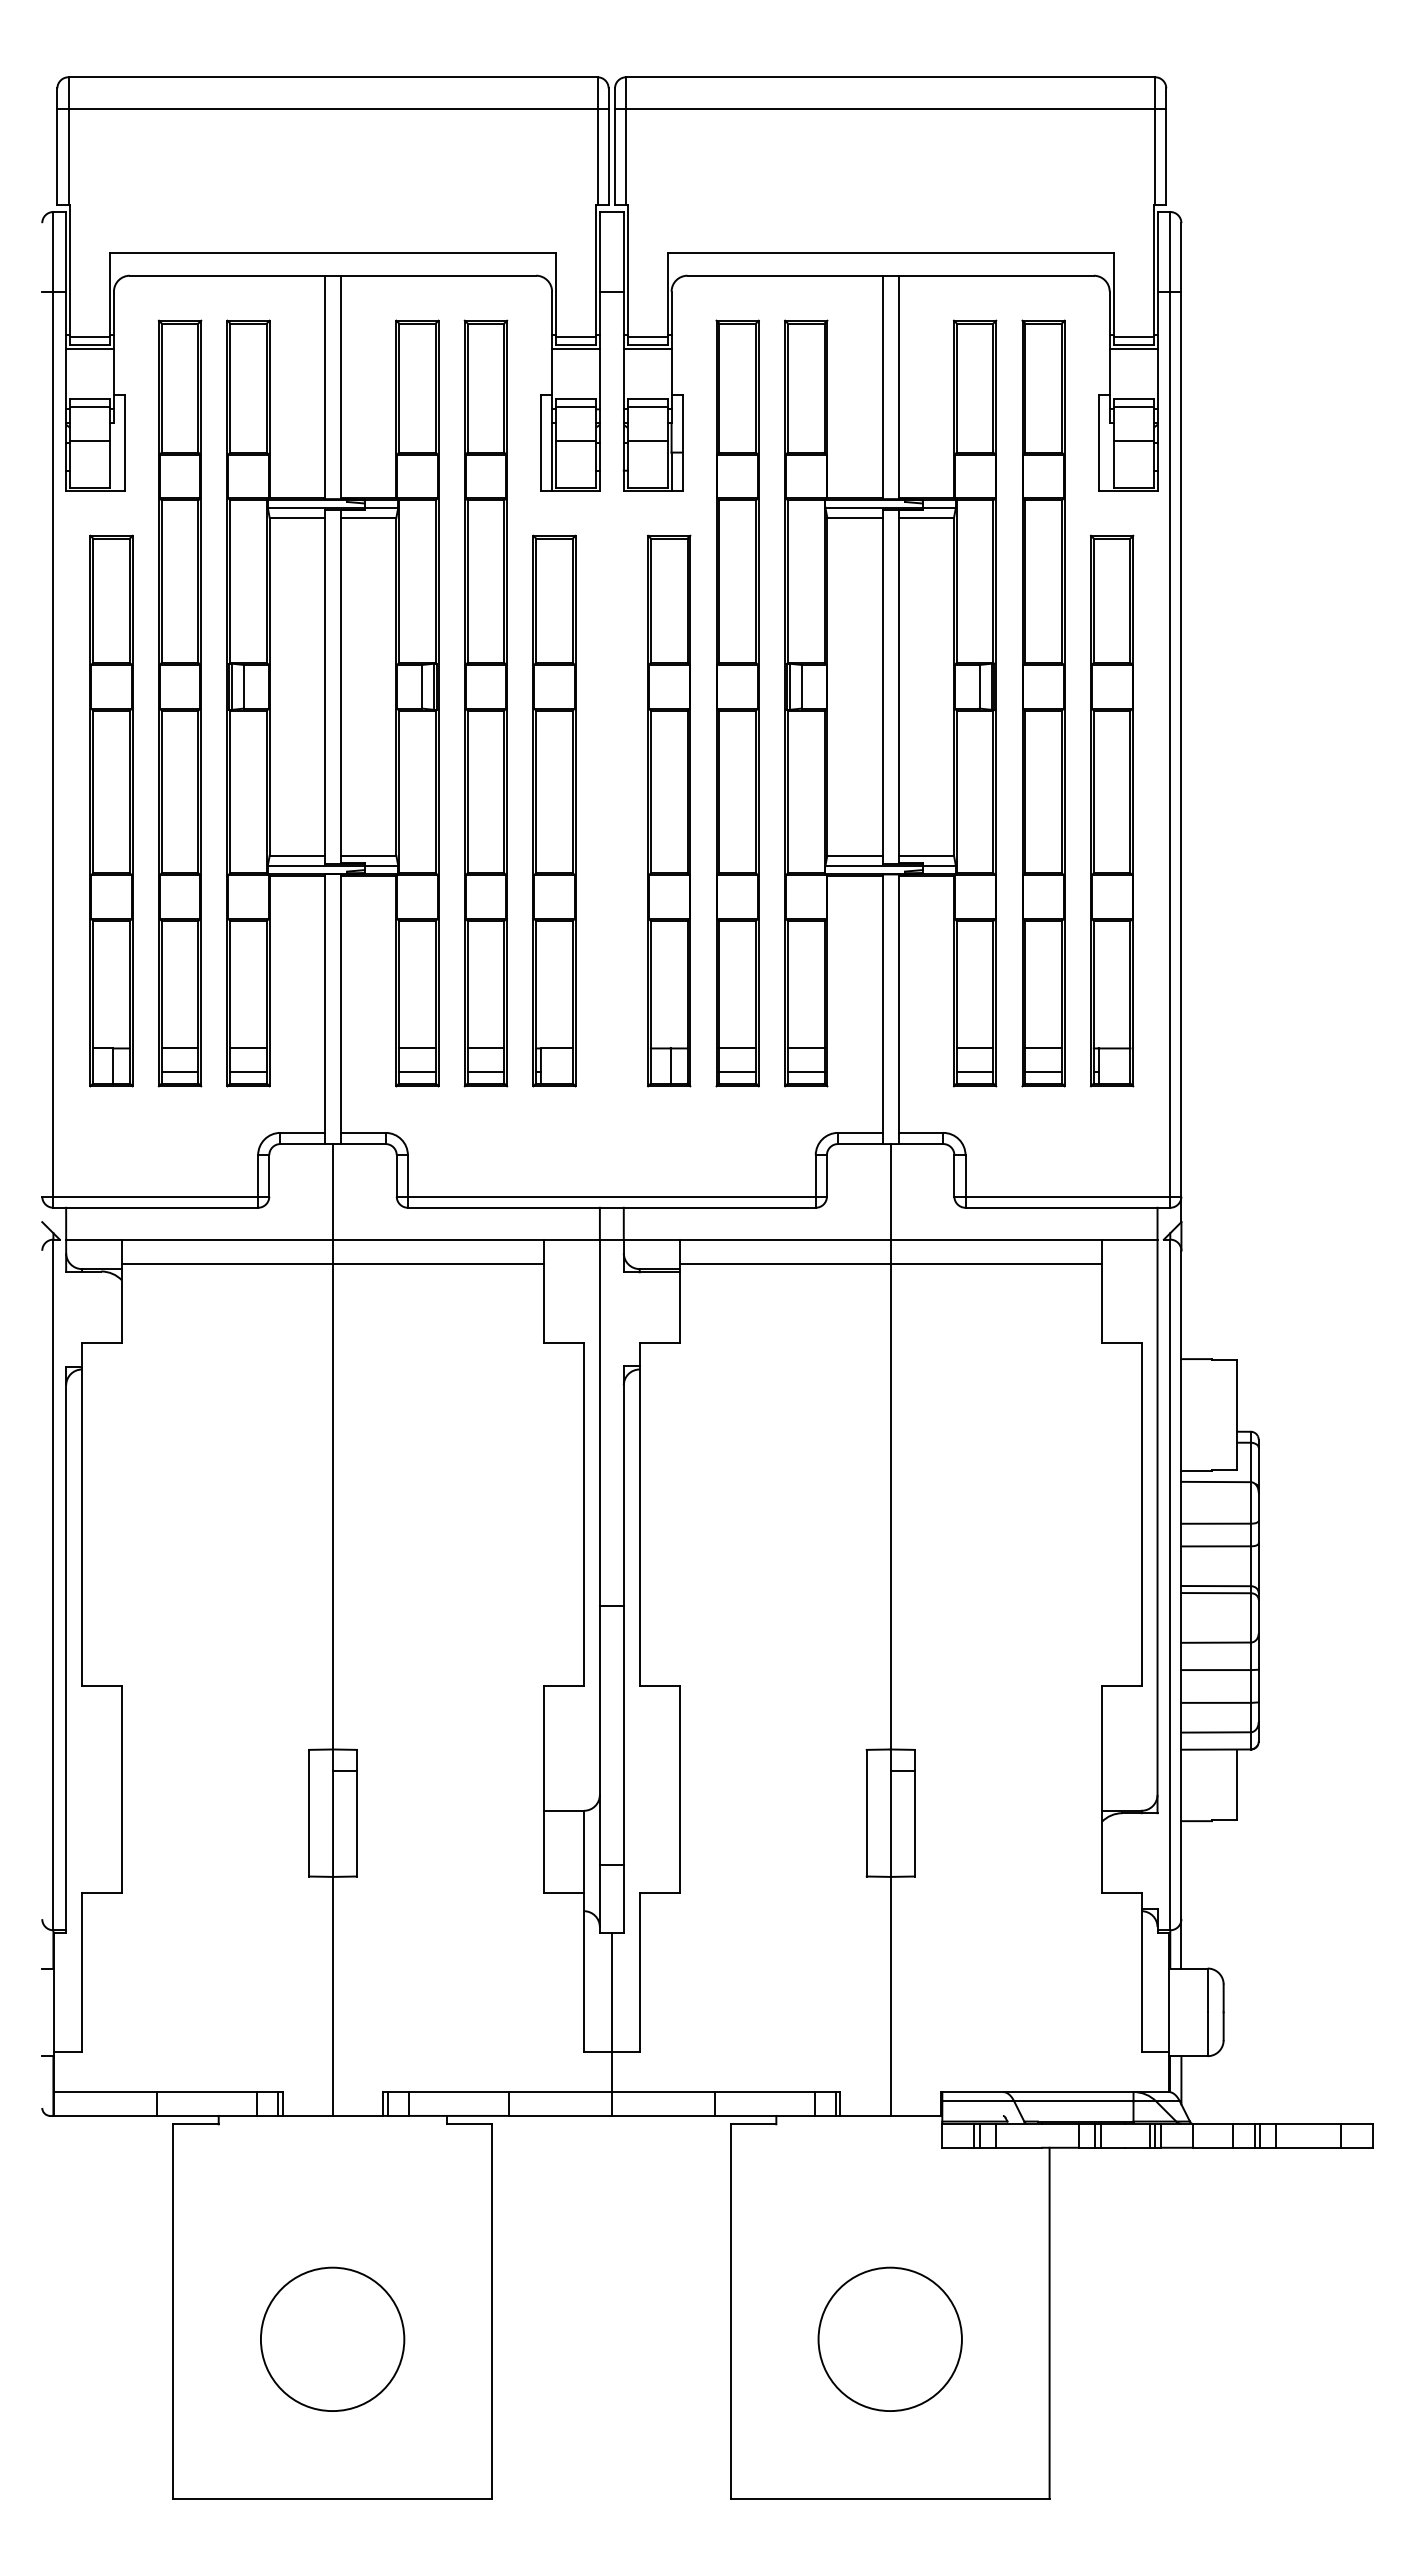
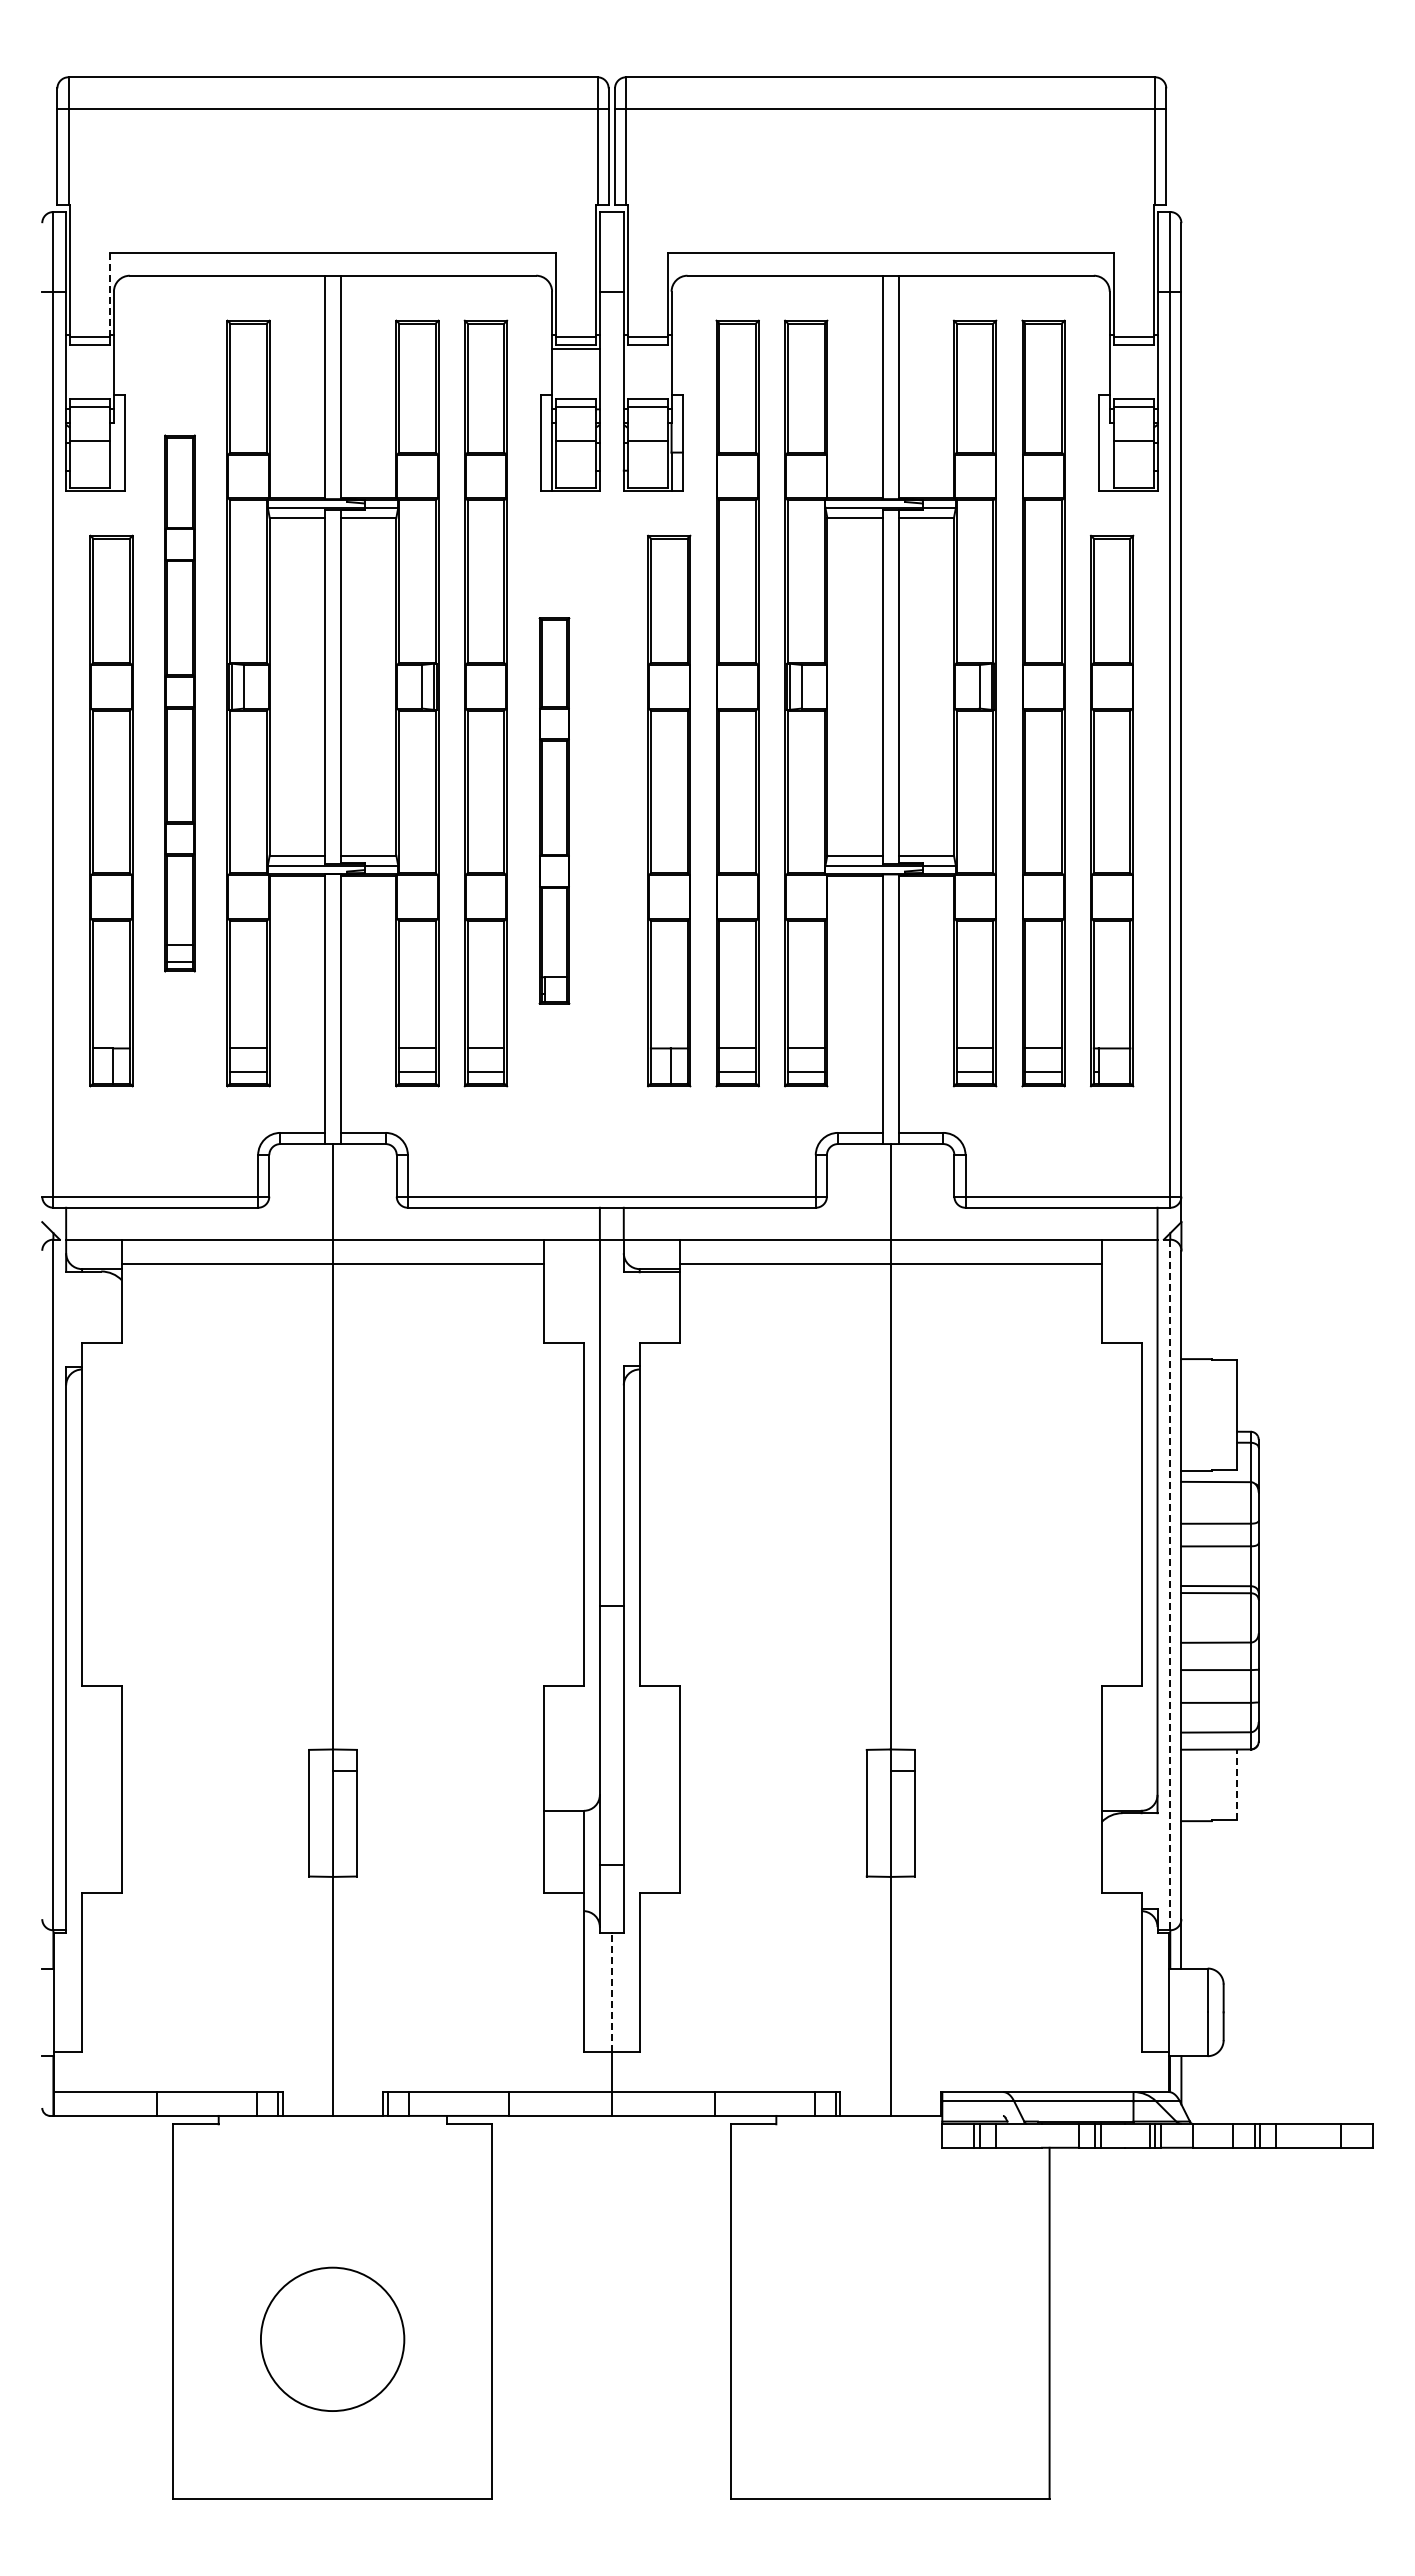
line at (109, 294): solid -> dashed
line at (89, 349): present -> none
line at (647, 349): present -> none
line at (1133, 349): present -> none
part at (179, 703) size: 46x769 px -> 32x539 px
part at (554, 810) size: 45x554 px -> 33x388 px
line at (1170, 1585): solid -> dashed
line at (1237, 1784): solid -> dashed
line at (611, 1992): solid -> dashed
circle at (889, 2338): present -> none
